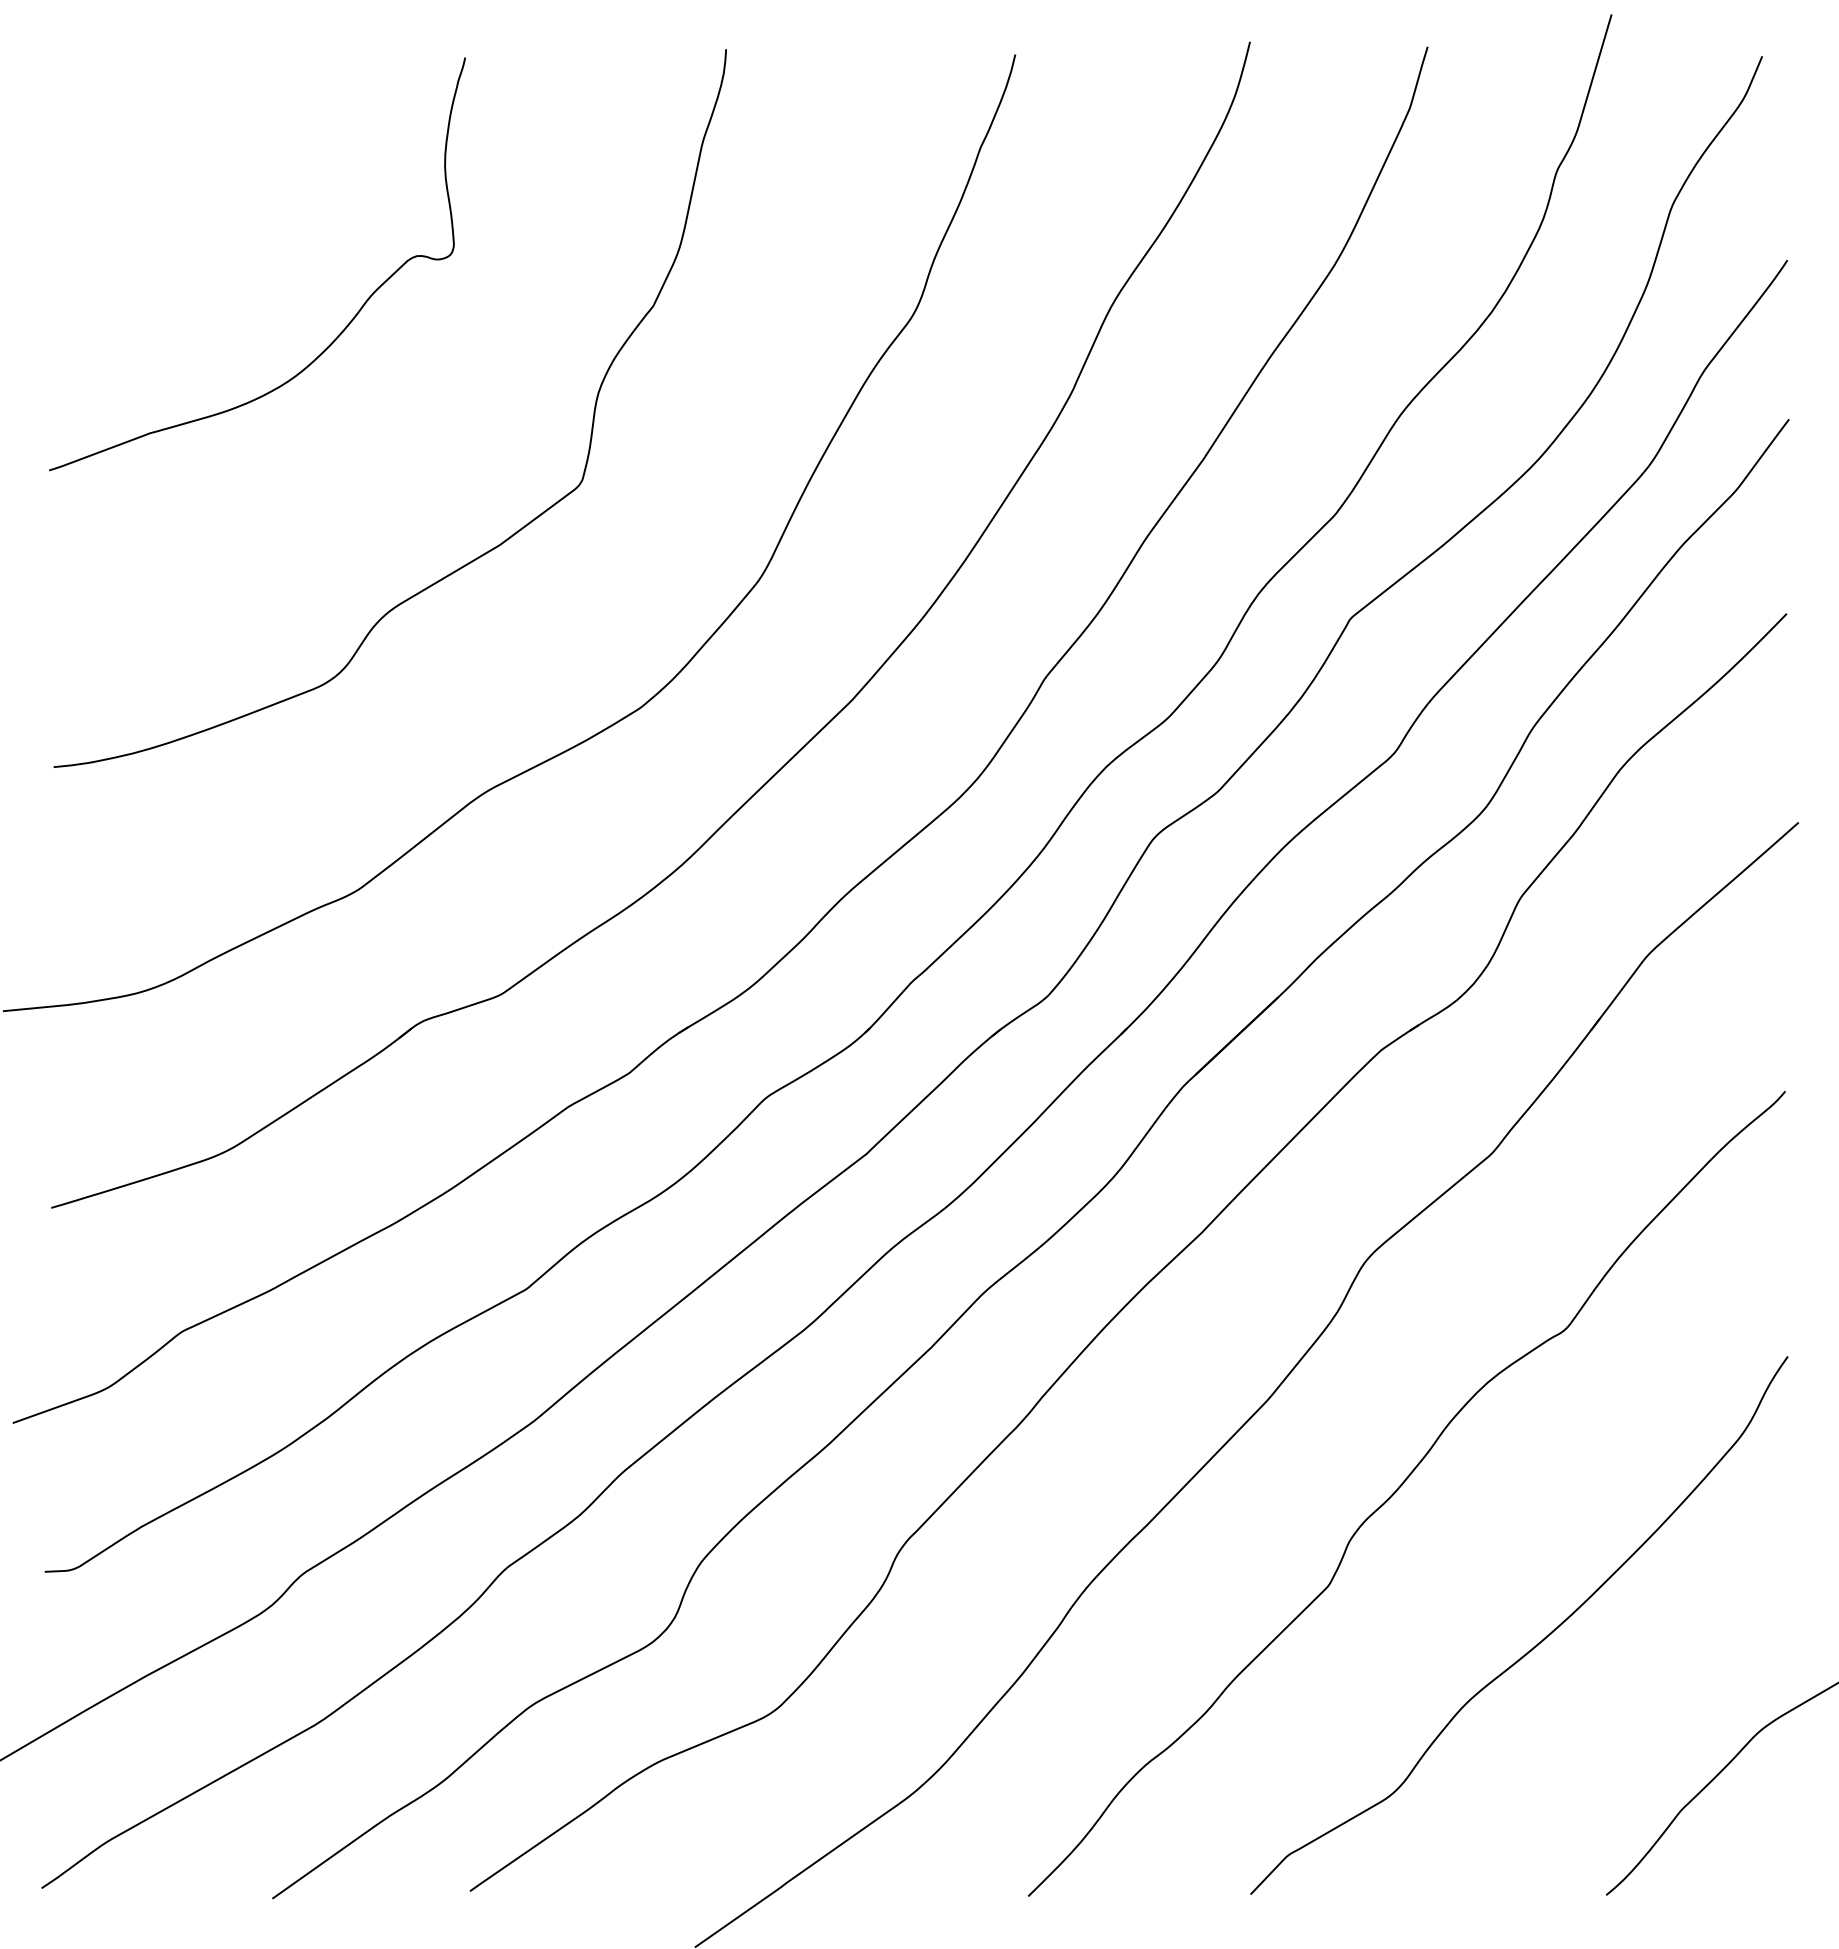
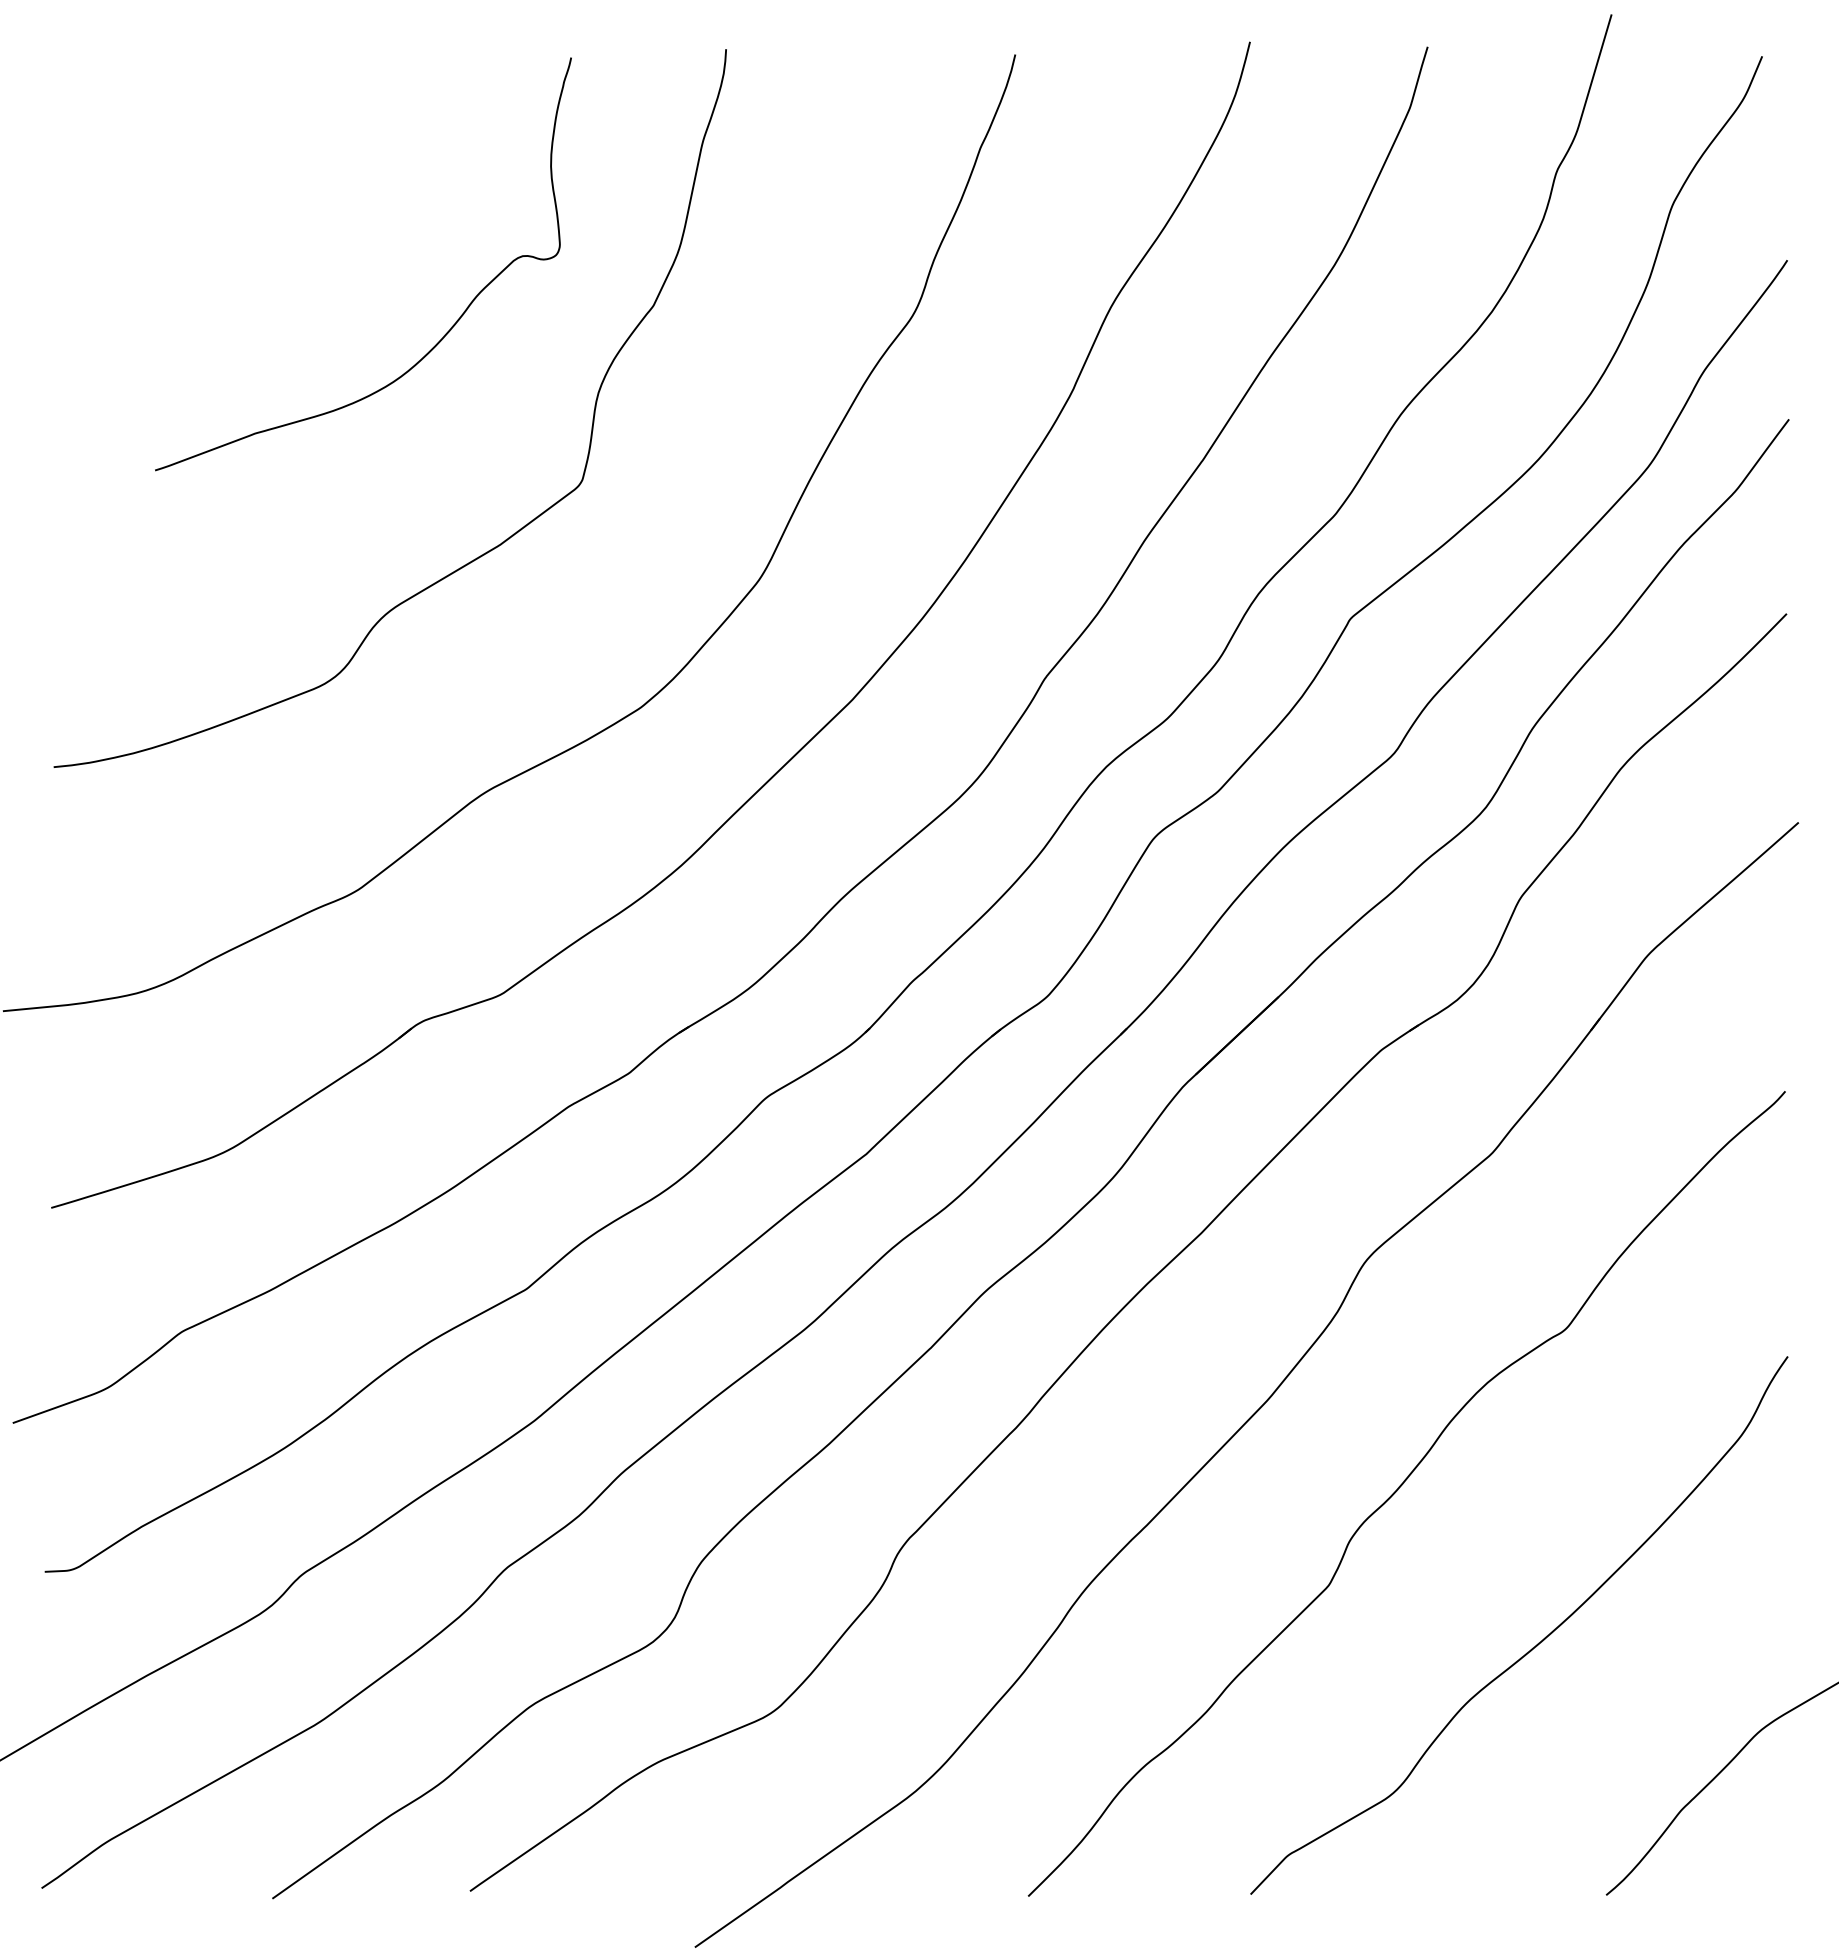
curve at (338, 334) position: (338, 334) -> (444, 334)
